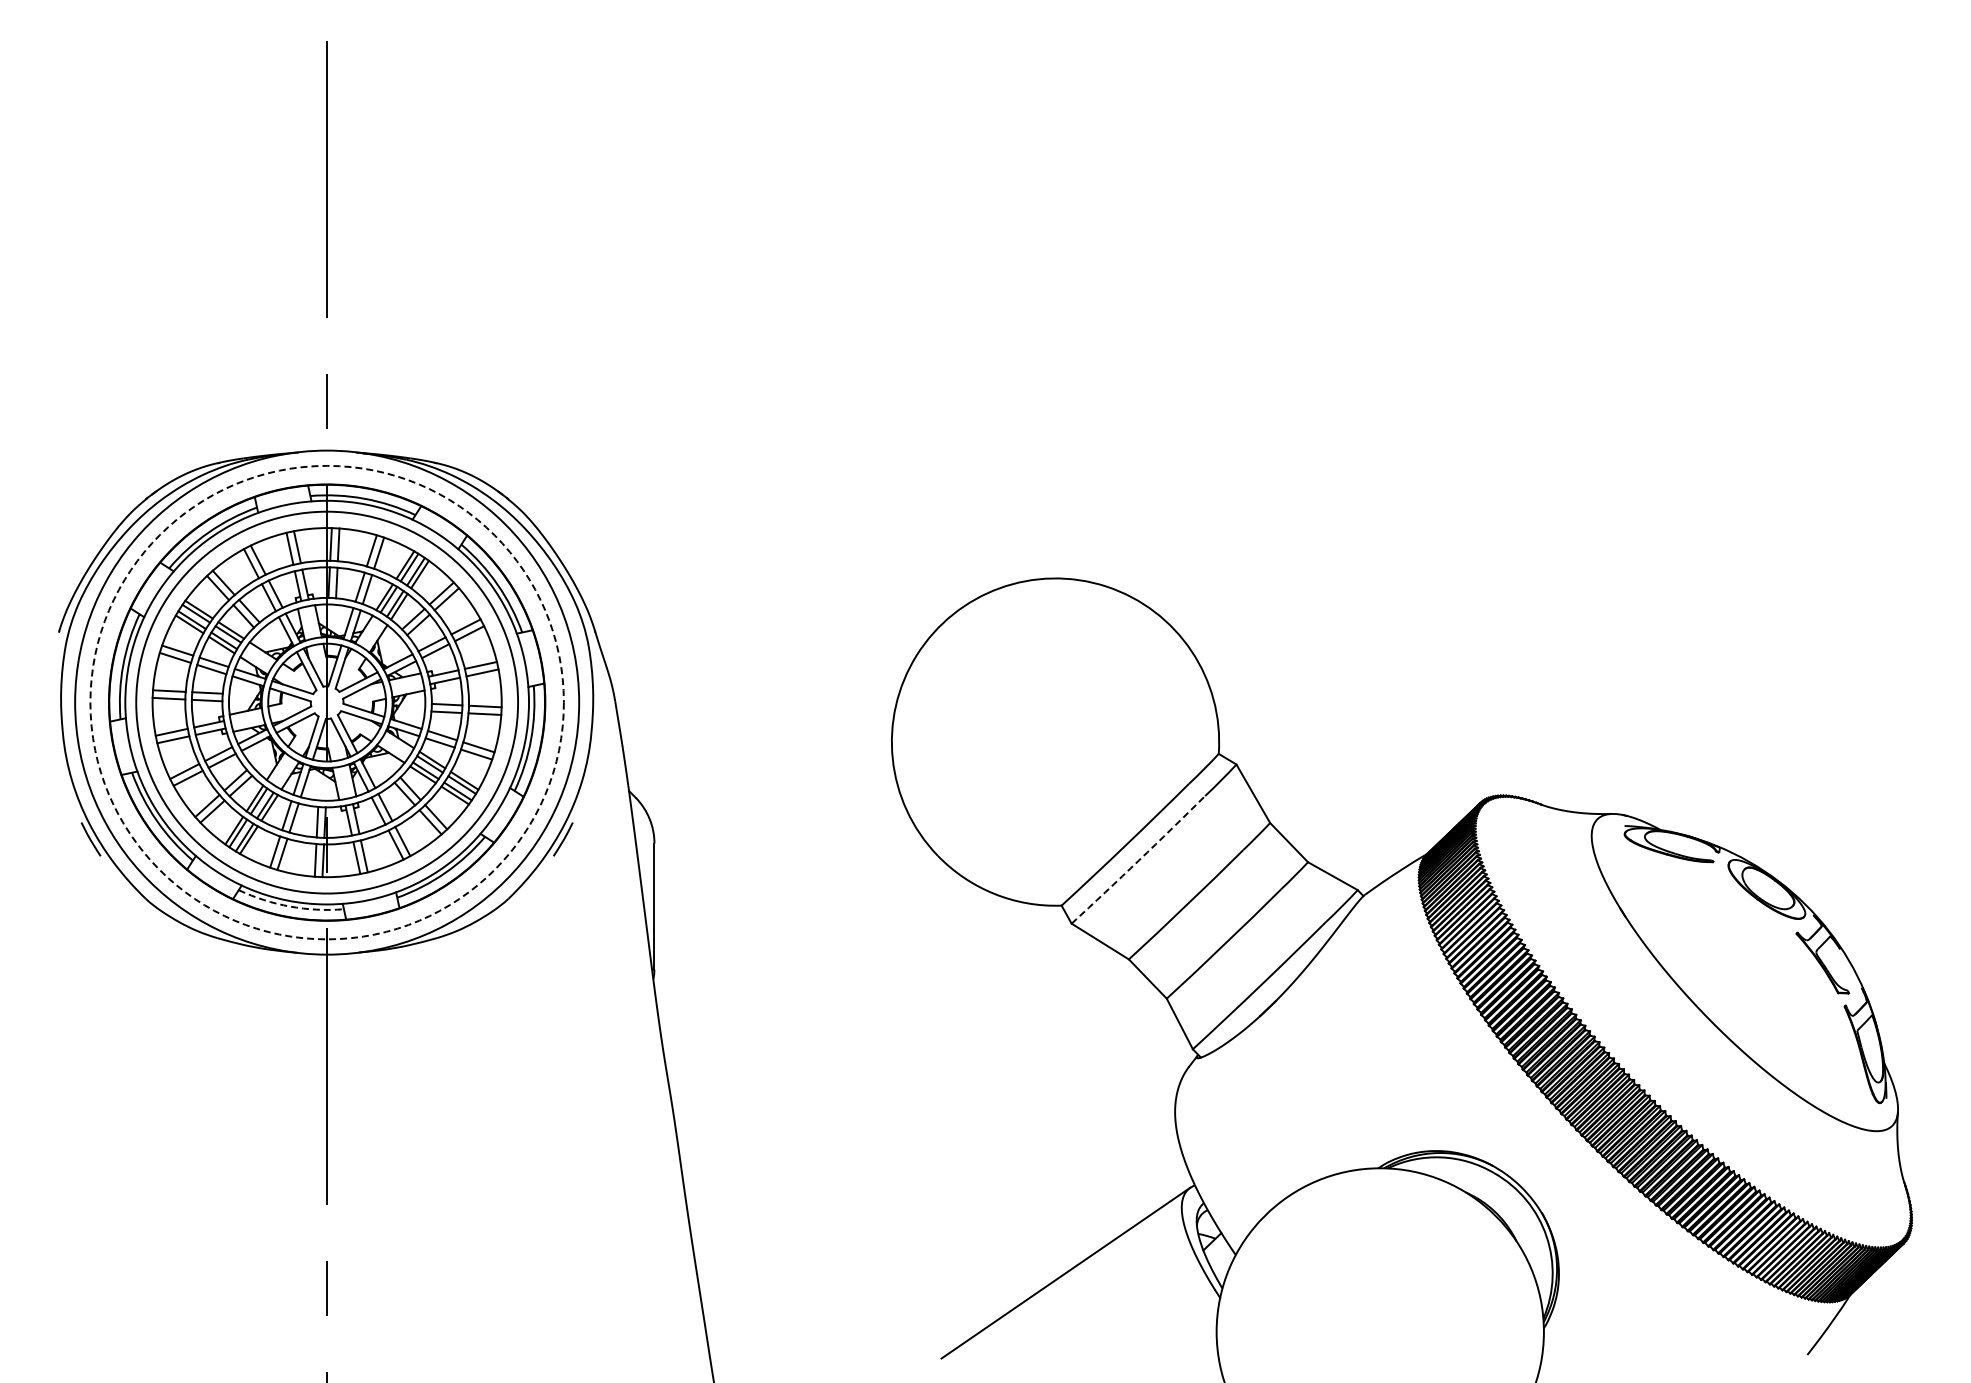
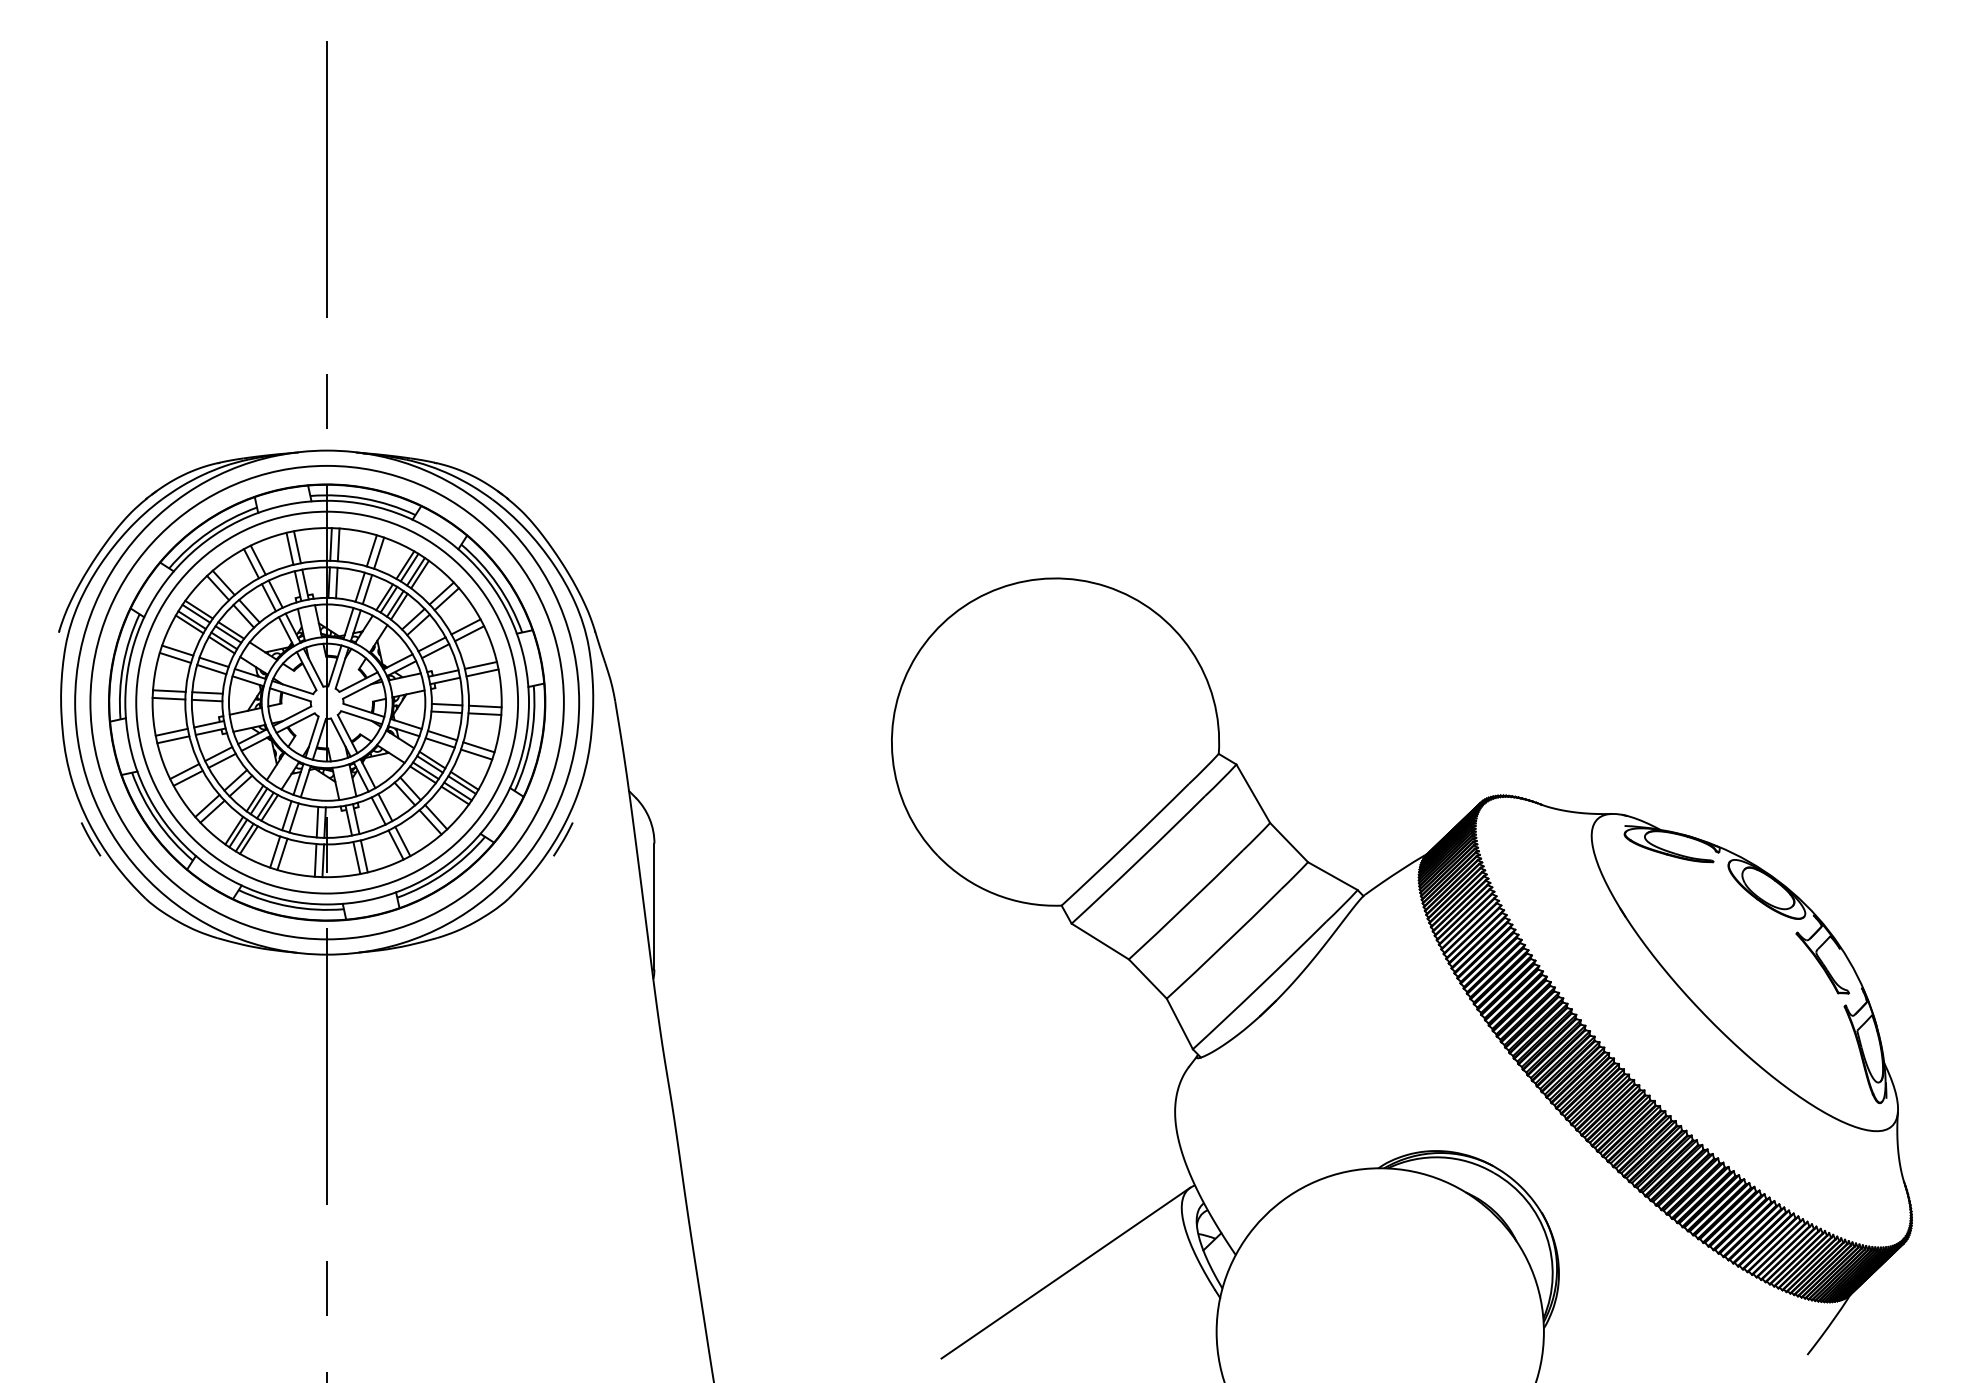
circle at (326, 702): dashed -> solid
arc at (1138, 860): dashed -> solid
arc at (290, 906): dashed -> solid
